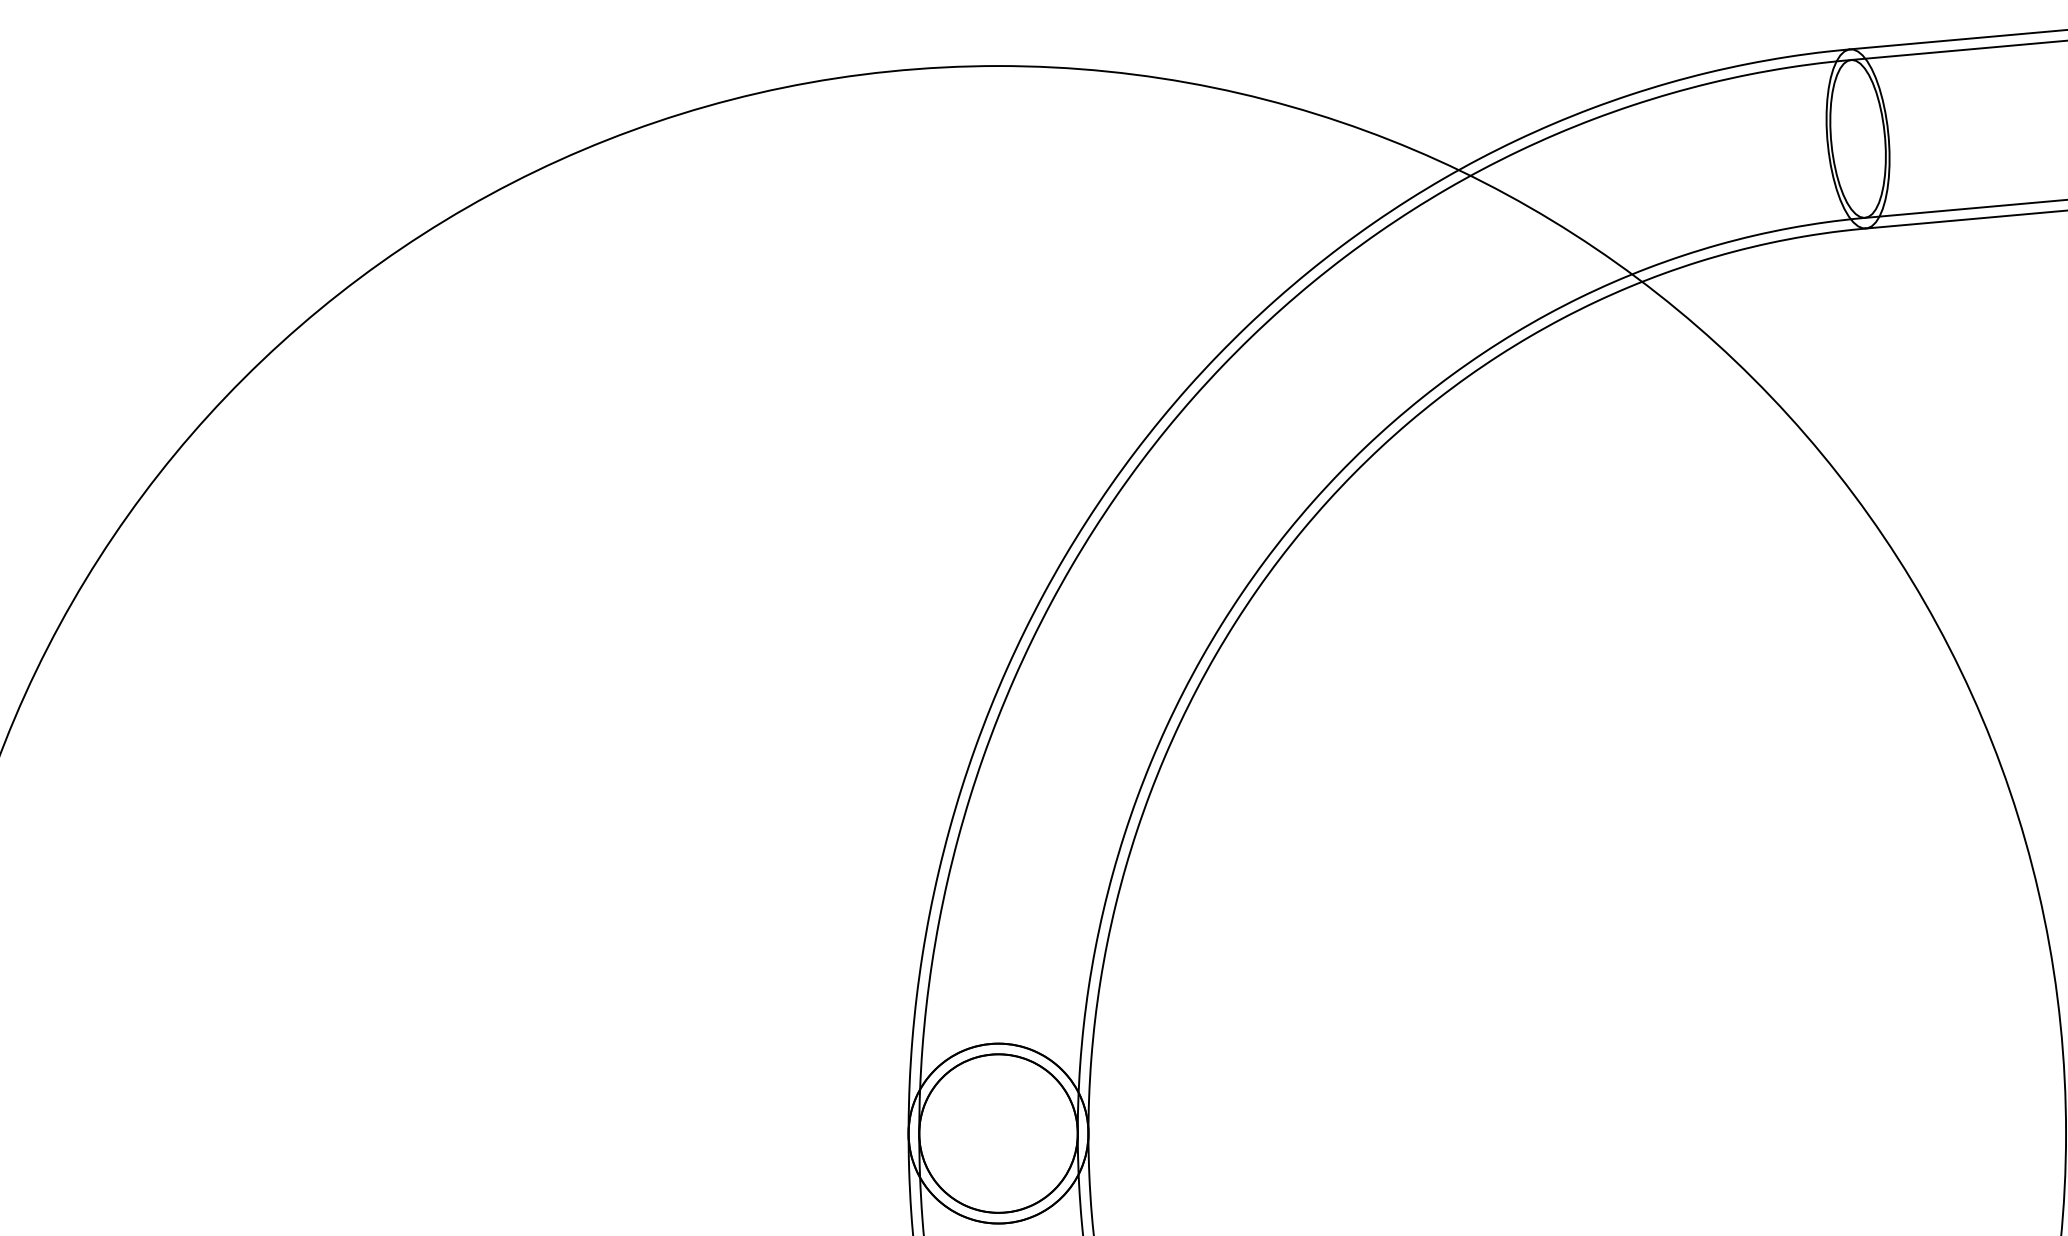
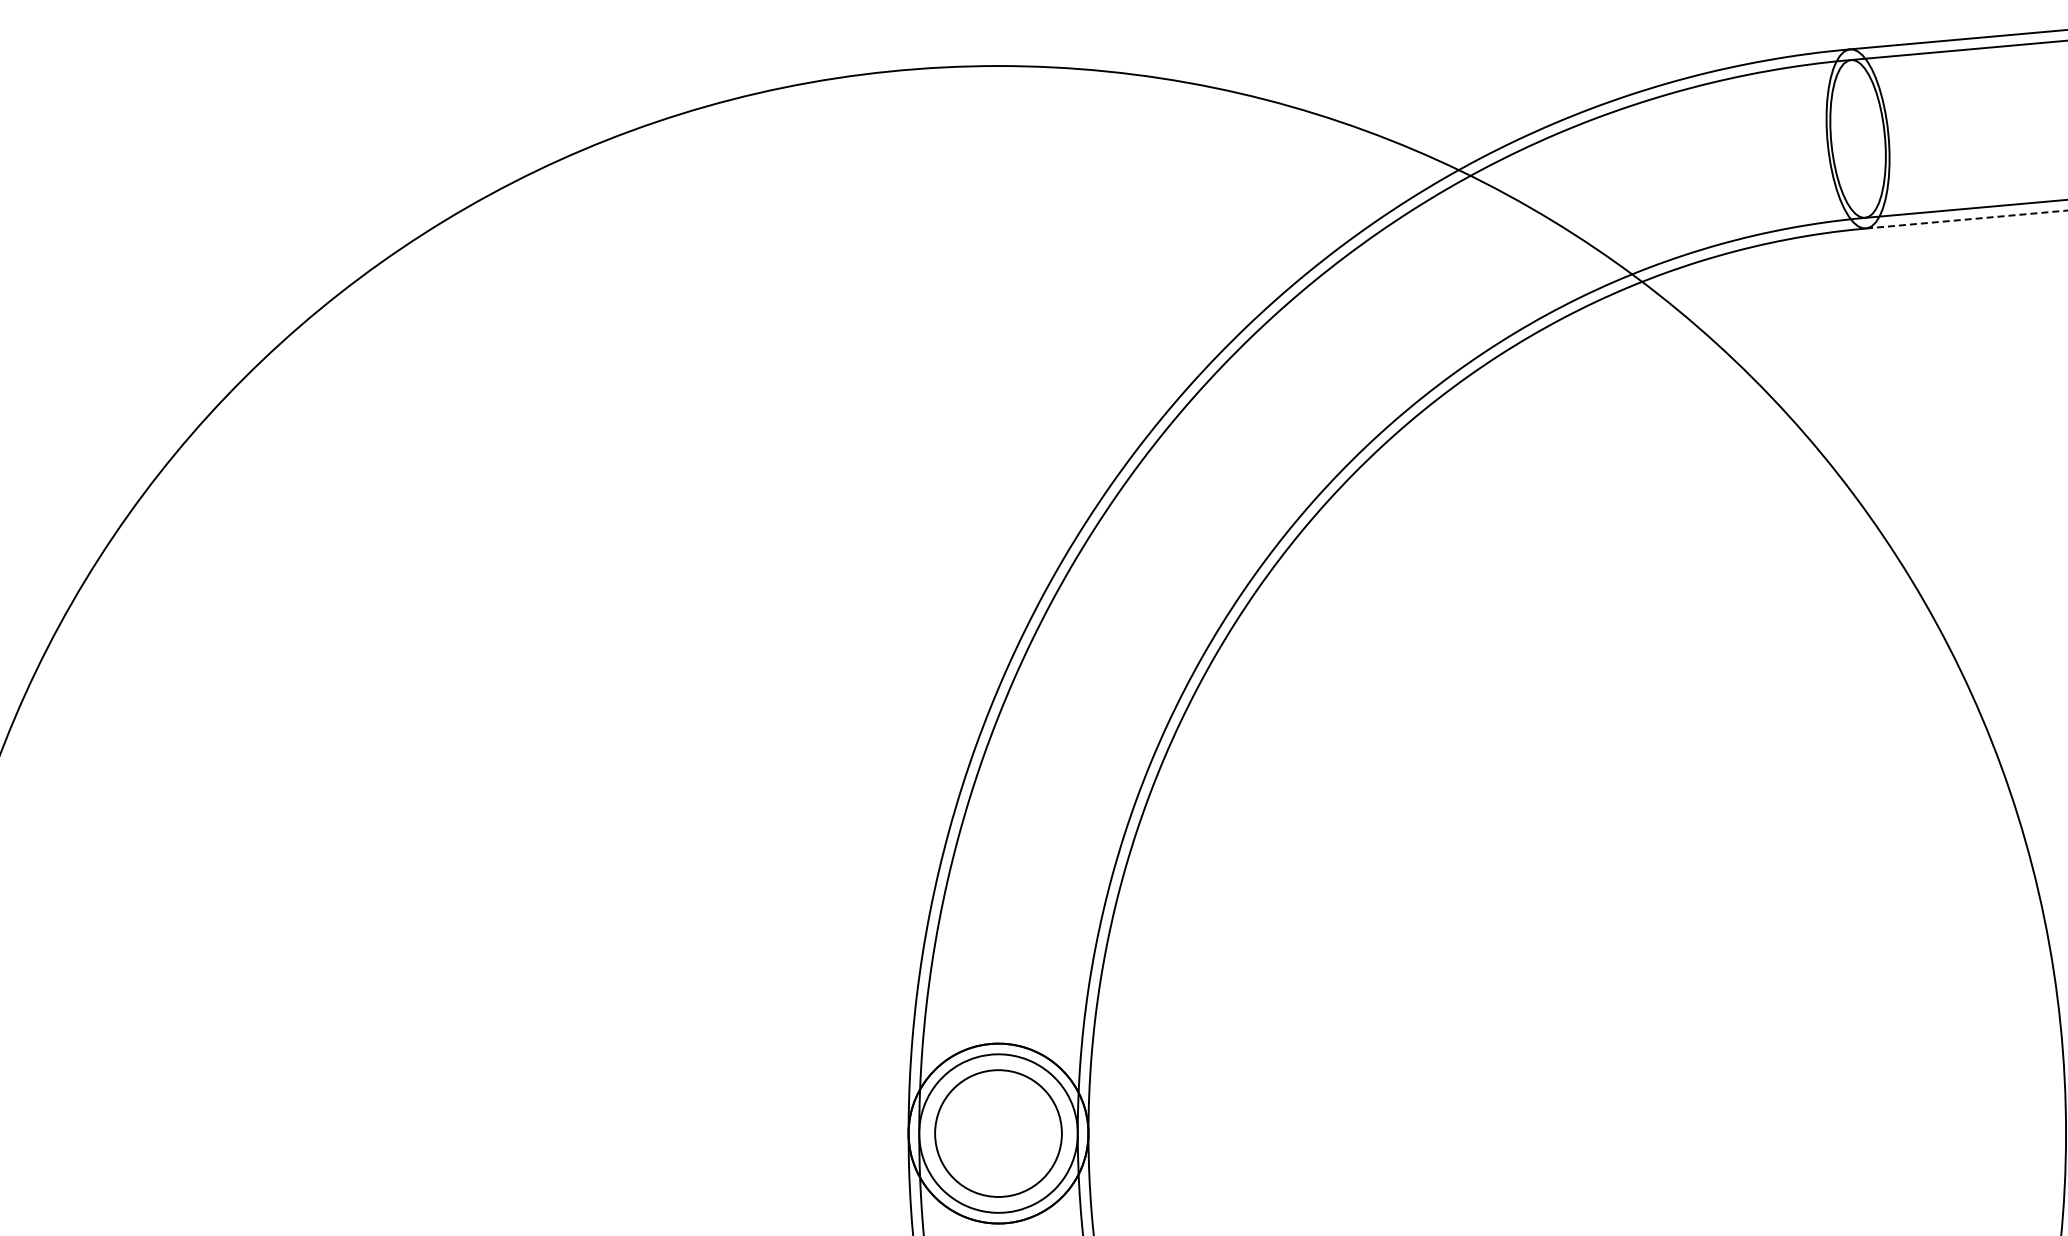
line at (1966, 219): solid -> dashed
circle at (998, 1133) diameter: 159 px -> 127 px
